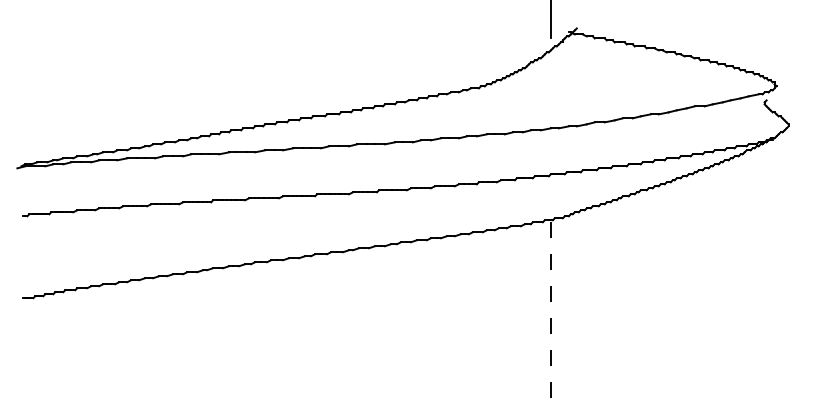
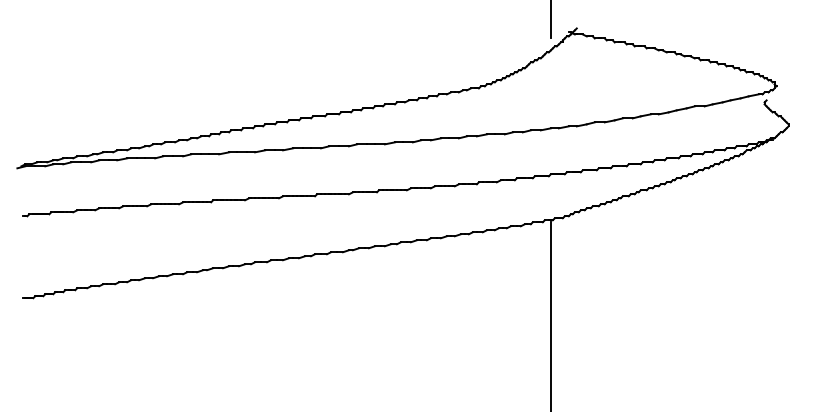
line at (550, 317): dashed -> solid
